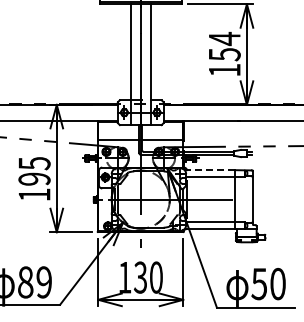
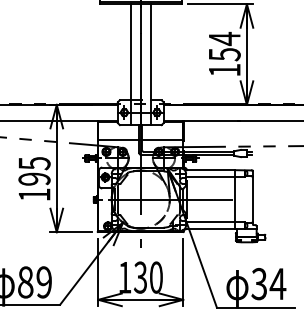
line at (210, 170): dashed -> solid
text at (268, 283): 50 -> 34
